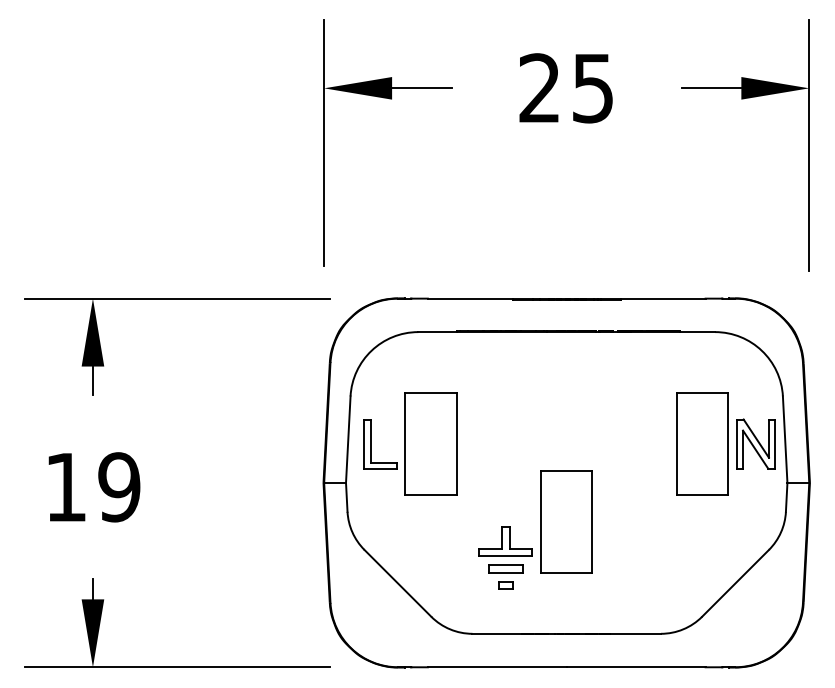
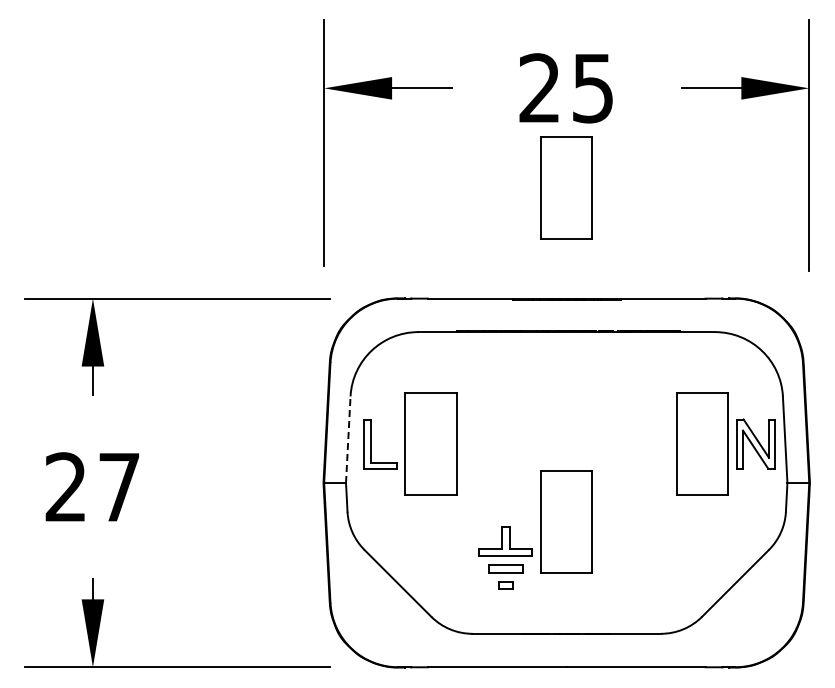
part at (566, 187): none -> present
line at (348, 439): solid -> dashed
text at (92, 487): 19 -> 27
